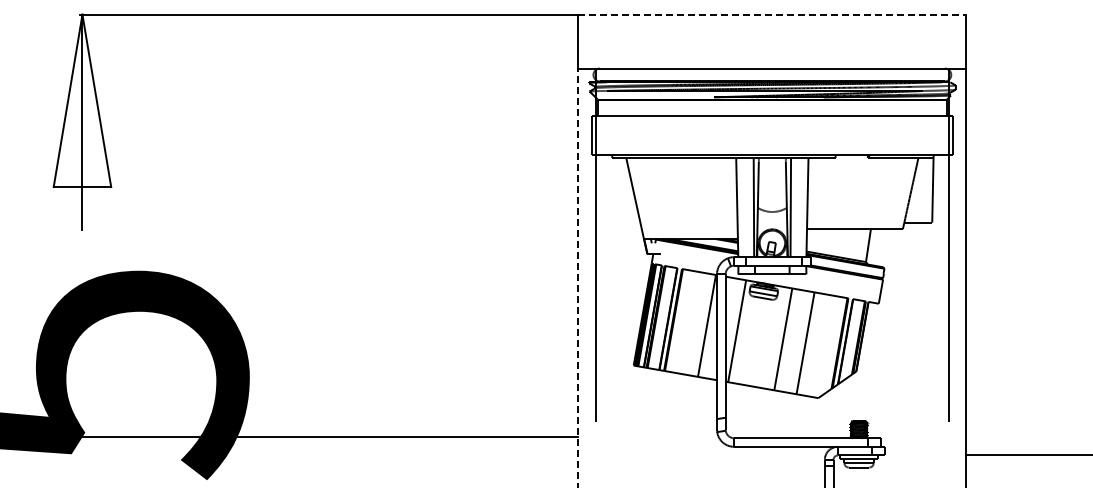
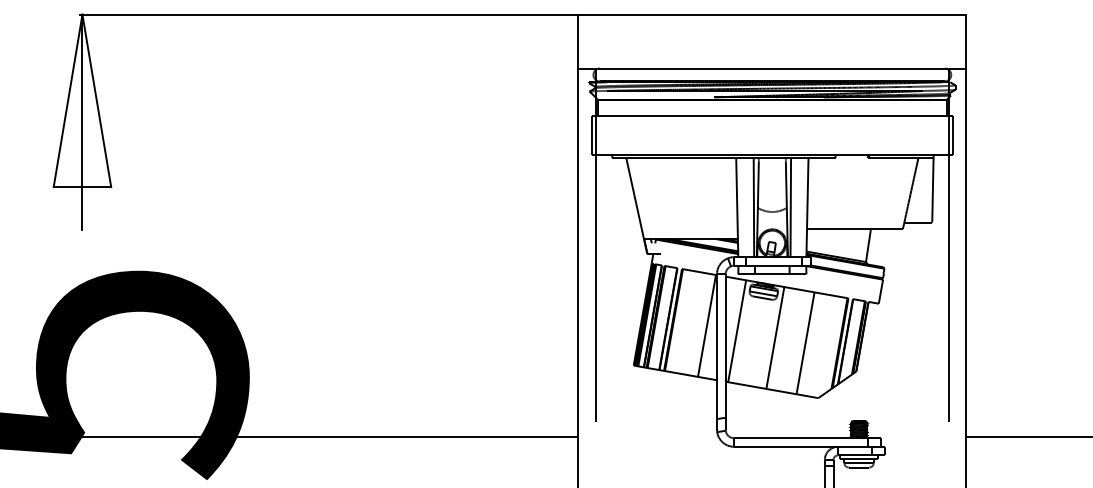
line at (772, 14): dashed -> solid
line at (578, 277): dashed -> solid
line at (783, 338) position: (783, 338) -> (775, 337)
line at (1027, 455) position: (1027, 455) -> (1027, 437)
